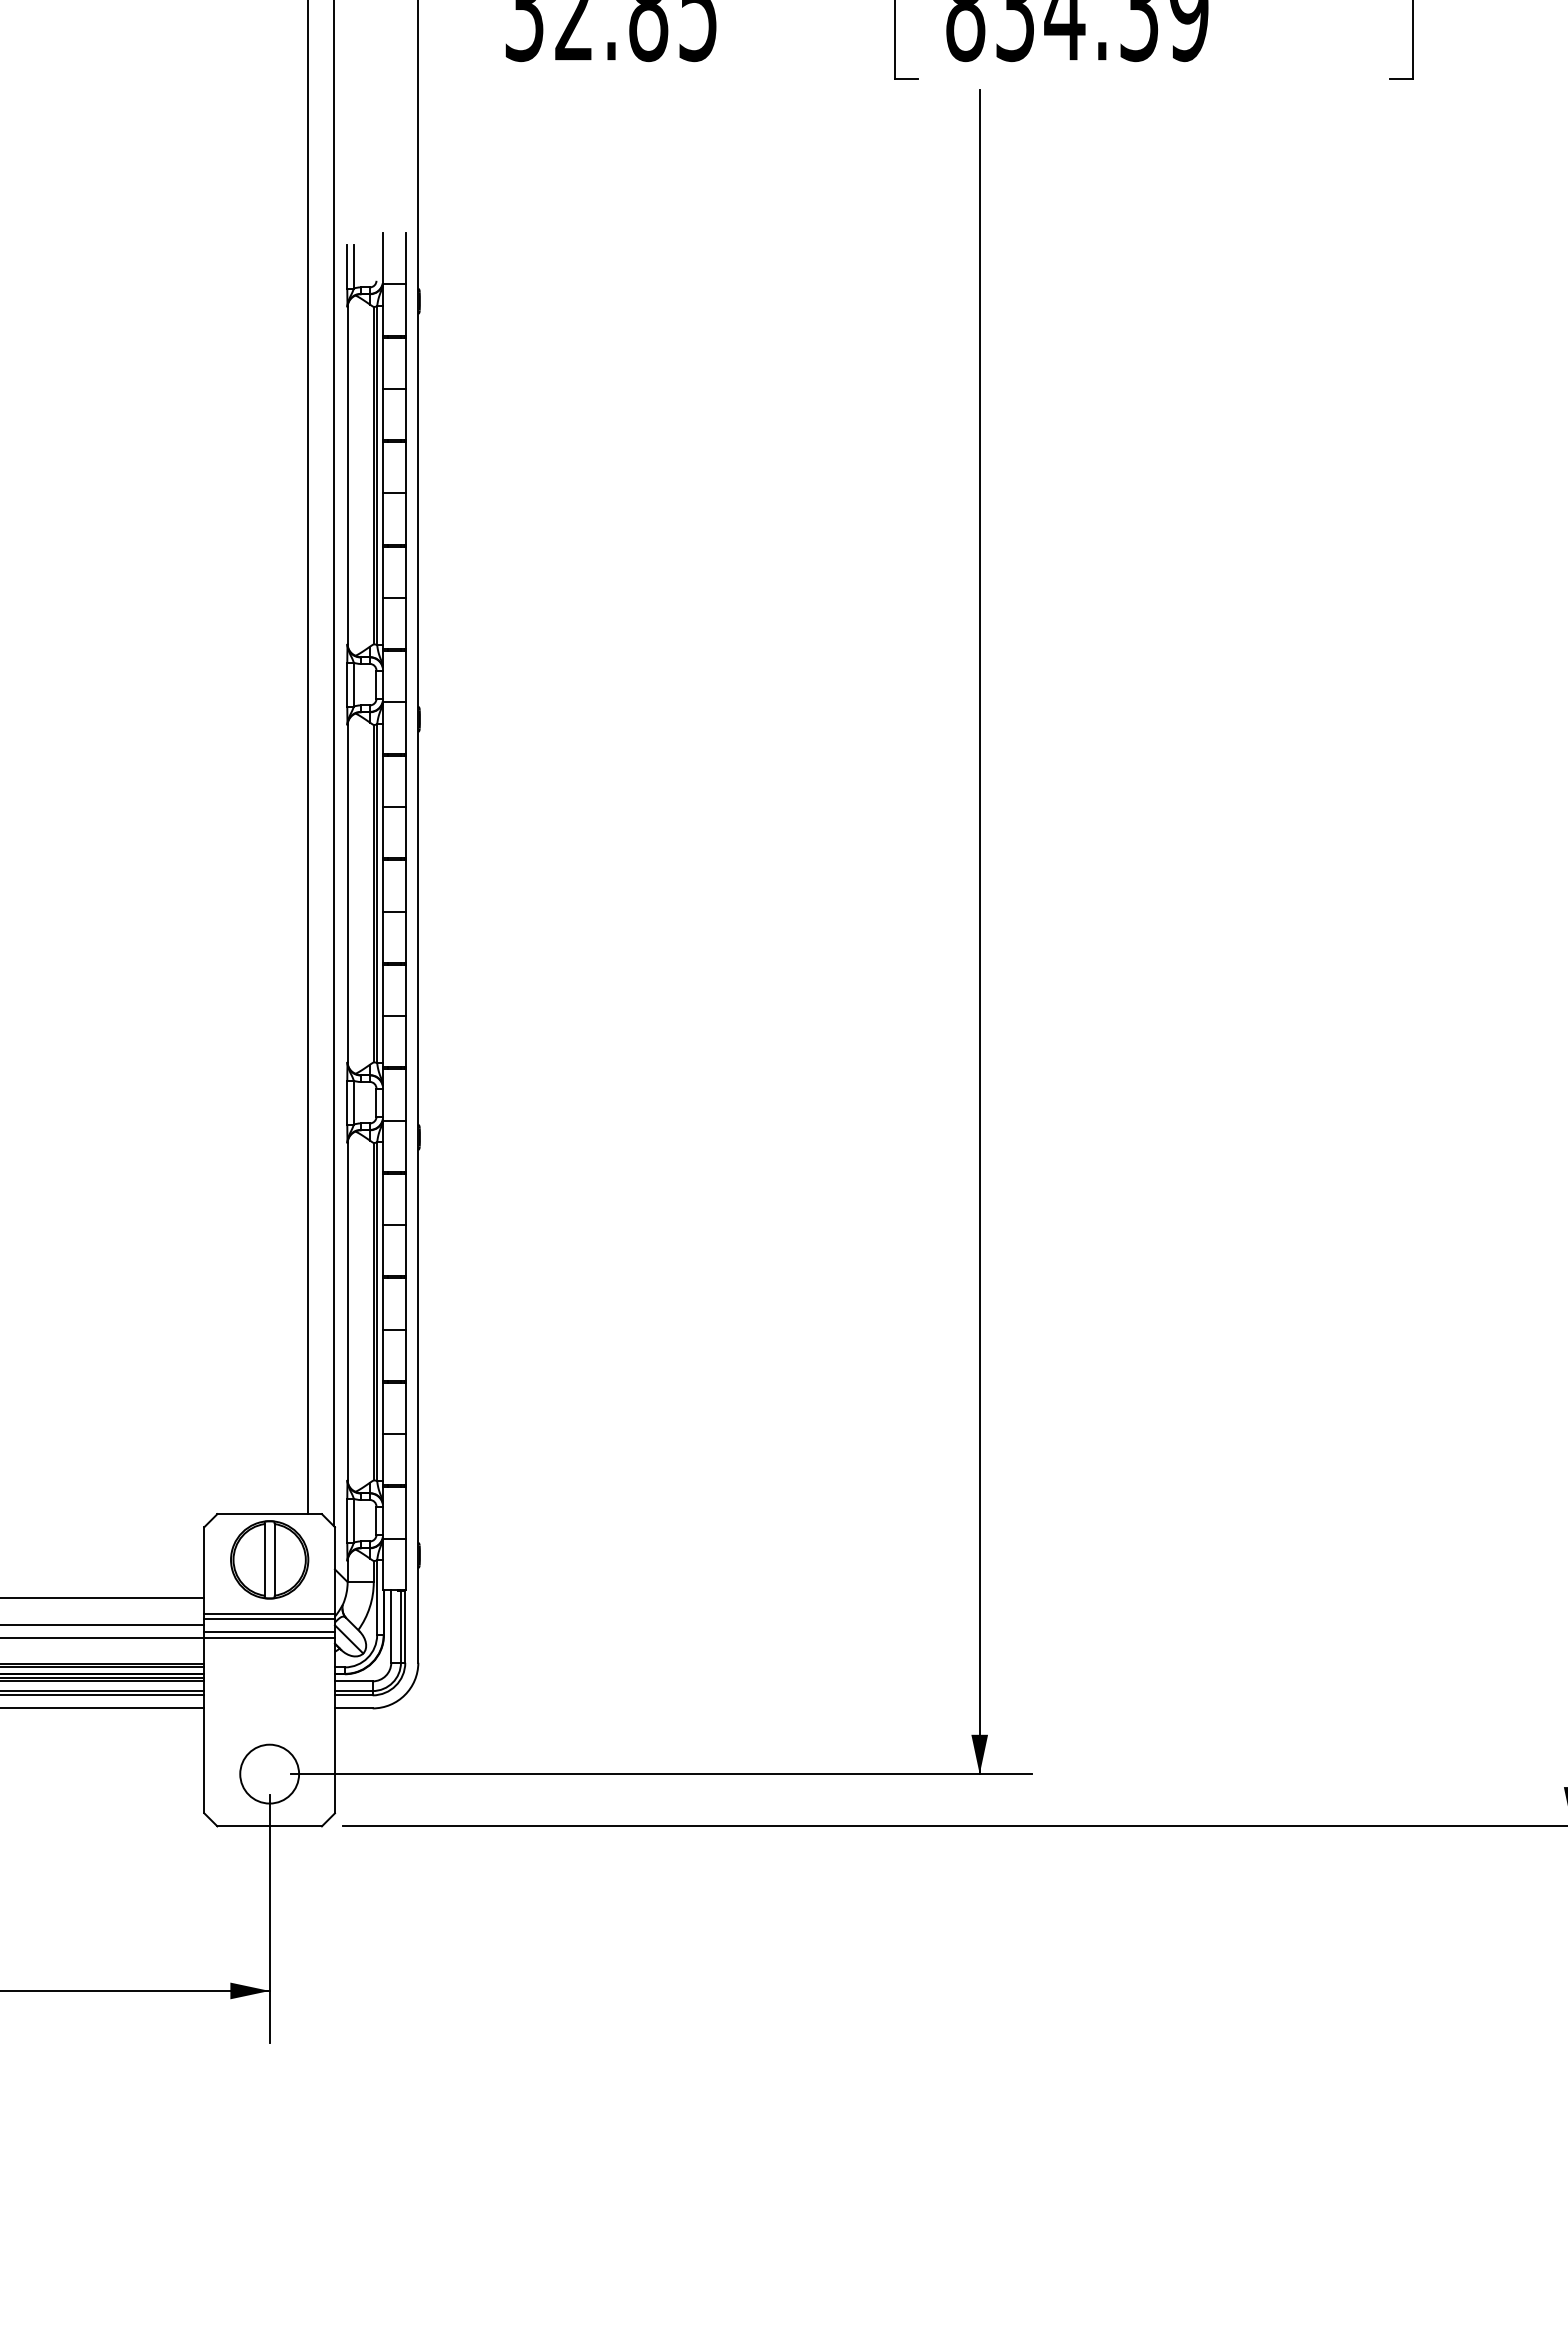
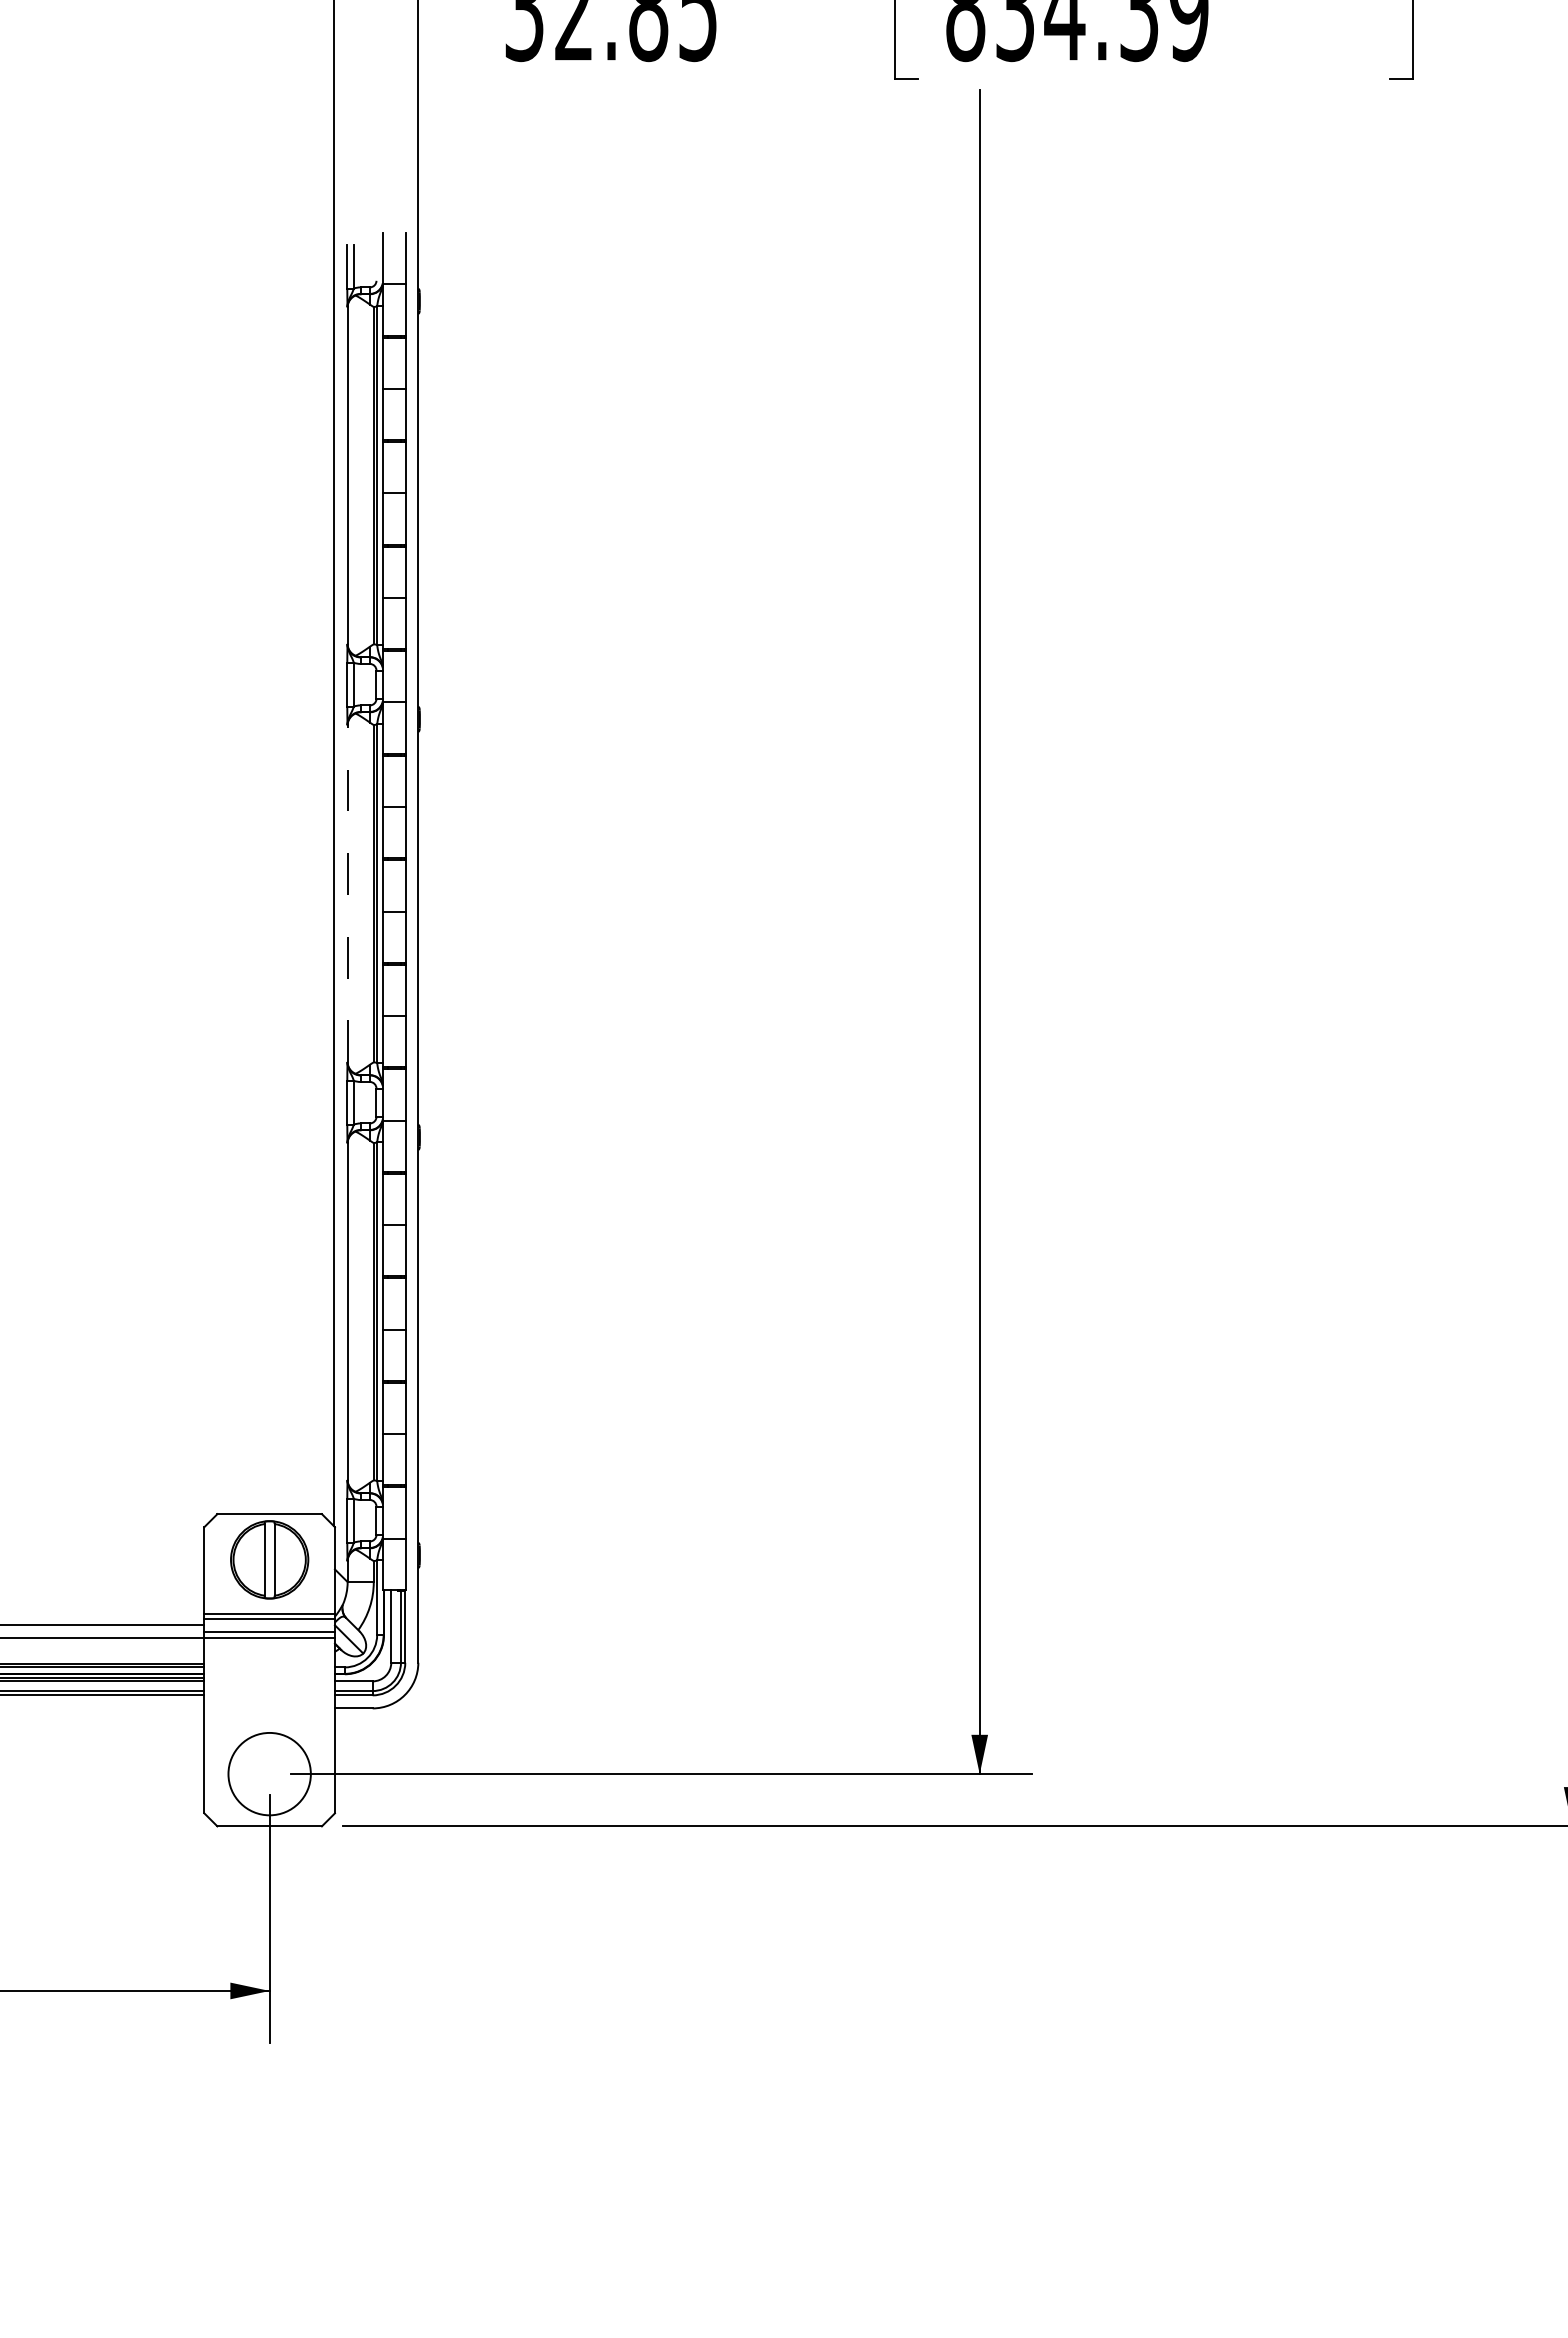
line at (308, 758): present -> none
line at (347, 893): solid -> dashed
line at (103, 1598): present -> none
line at (103, 1708): present -> none
circle at (269, 1773) diameter: 59 px -> 82 px
